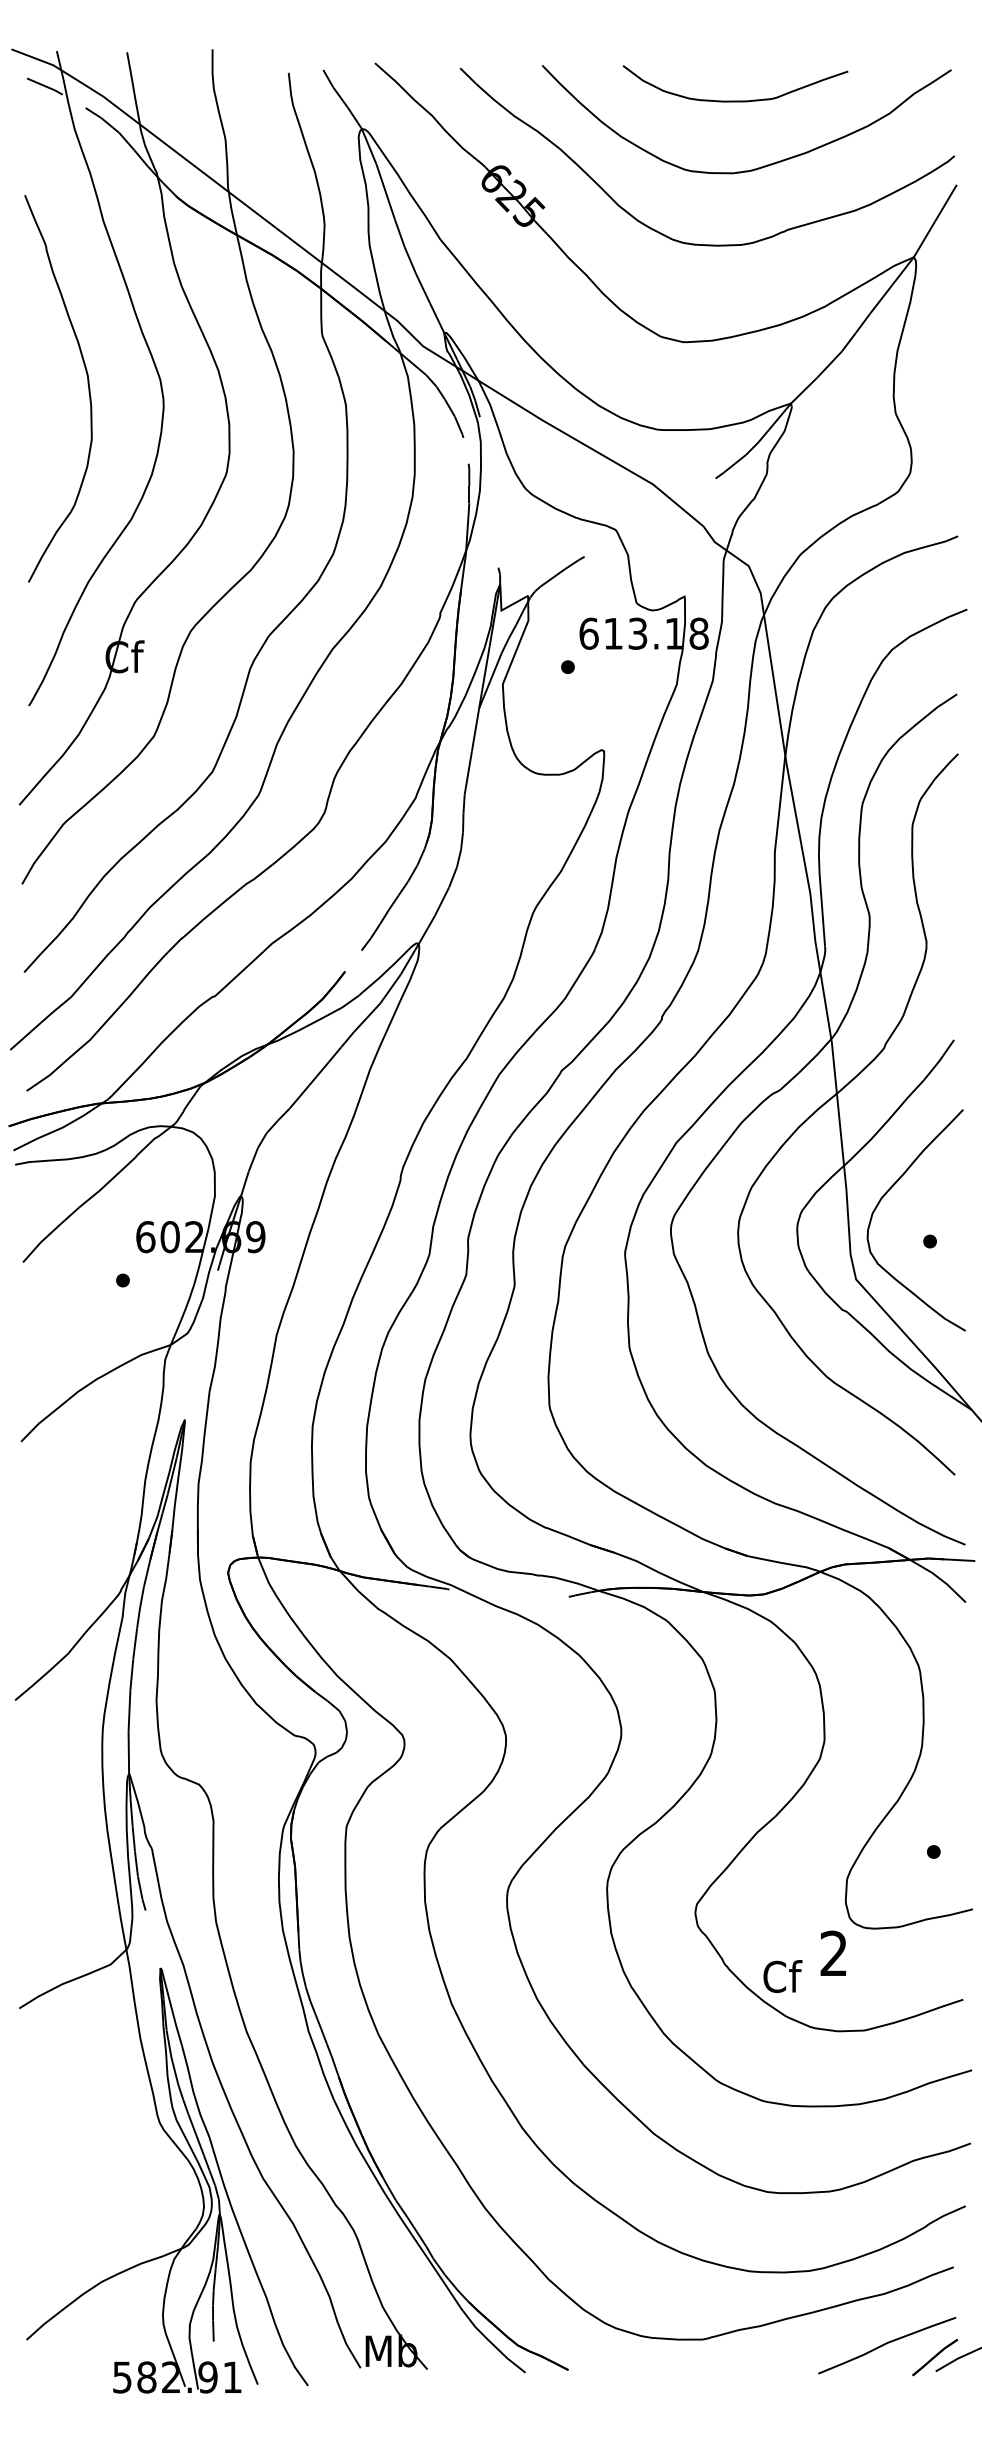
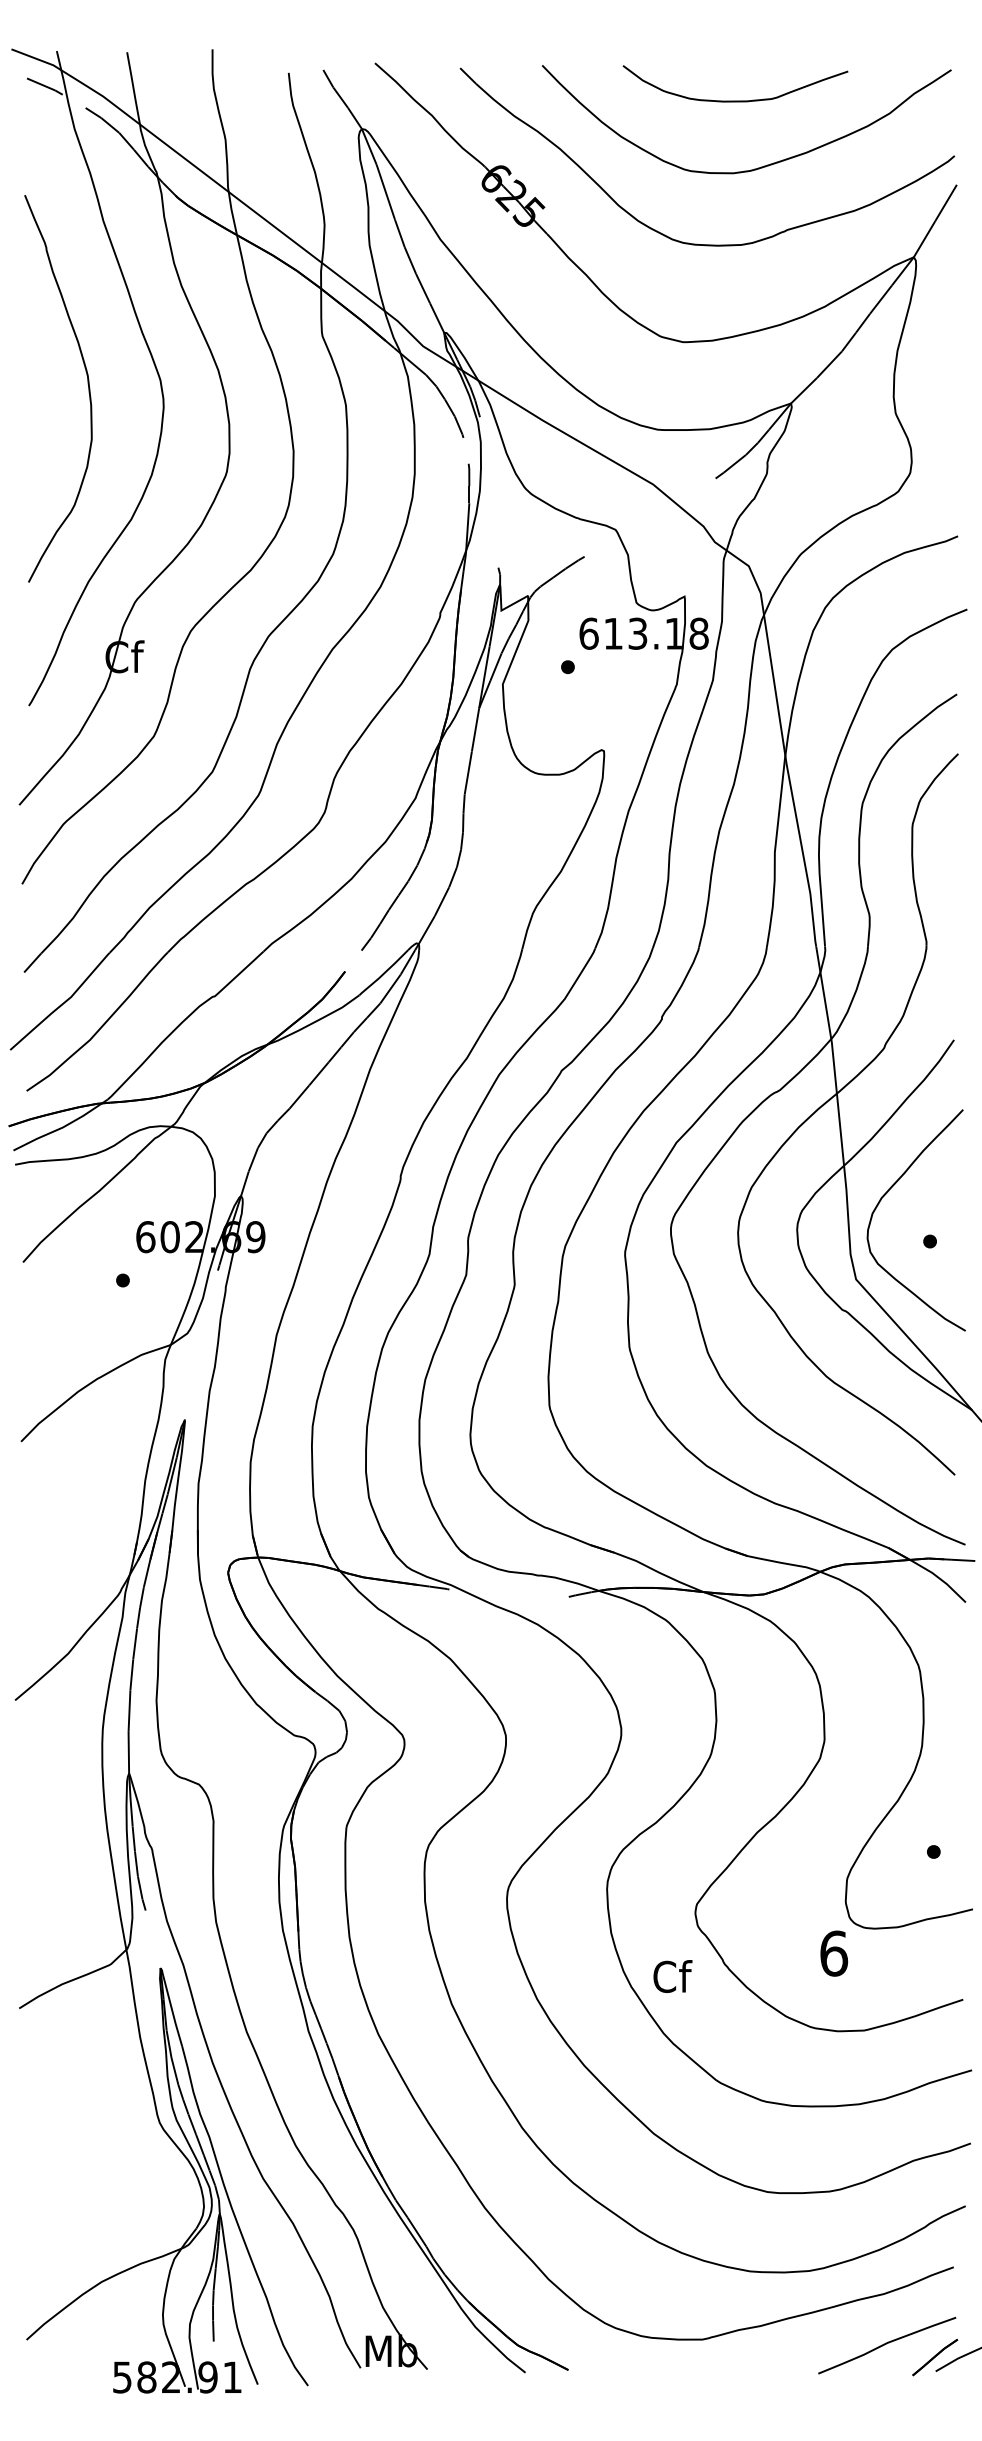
text at (834, 1953): 2 -> 6
text at (782, 1976) position: (782, 1976) -> (672, 1976)
